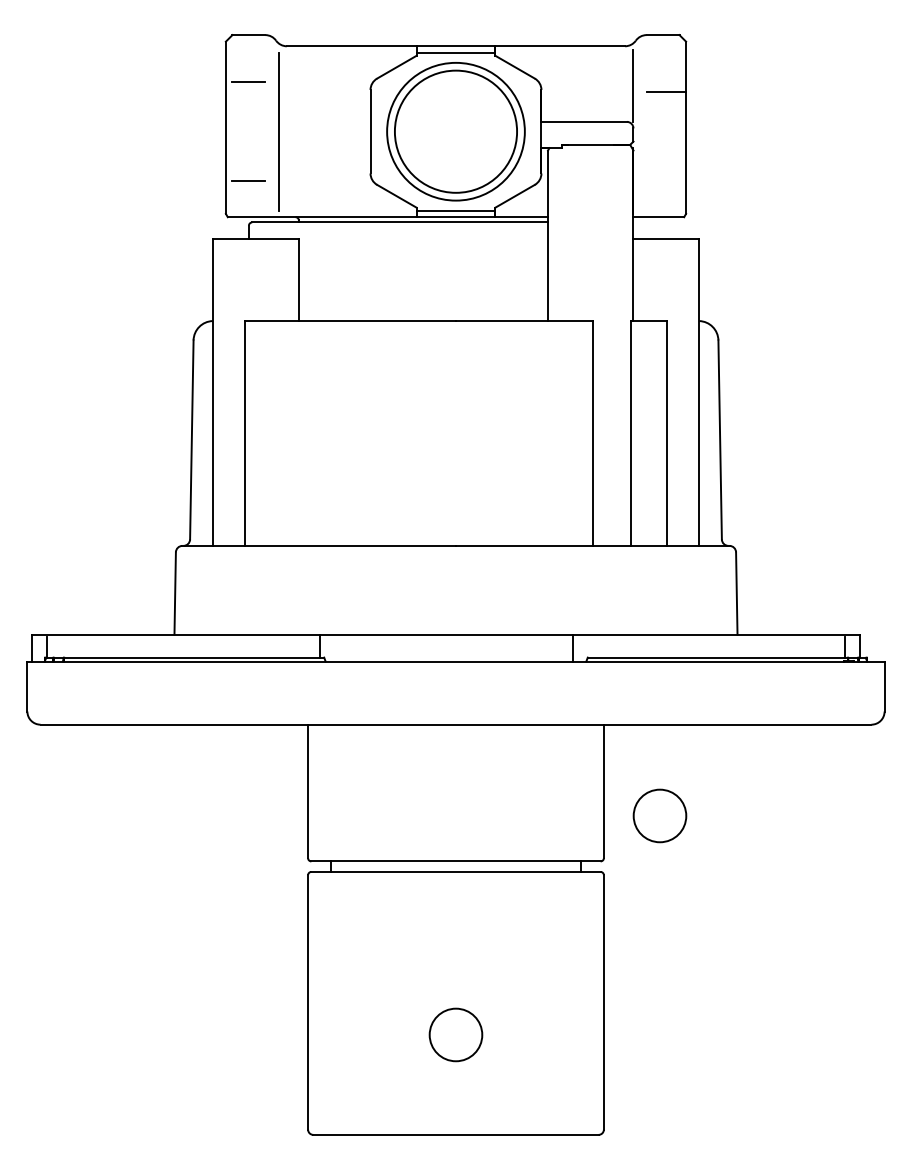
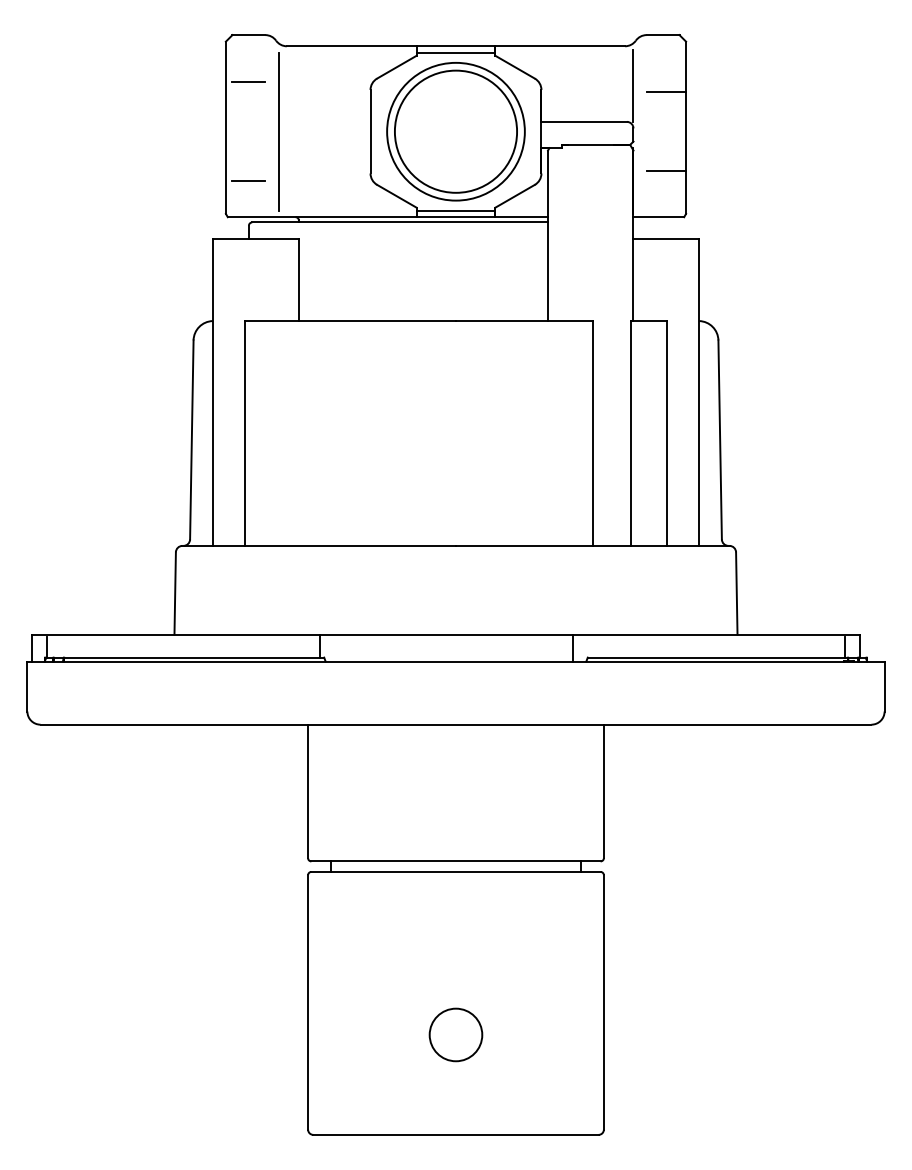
line at (666, 171): none -> present
circle at (659, 815): present -> none
